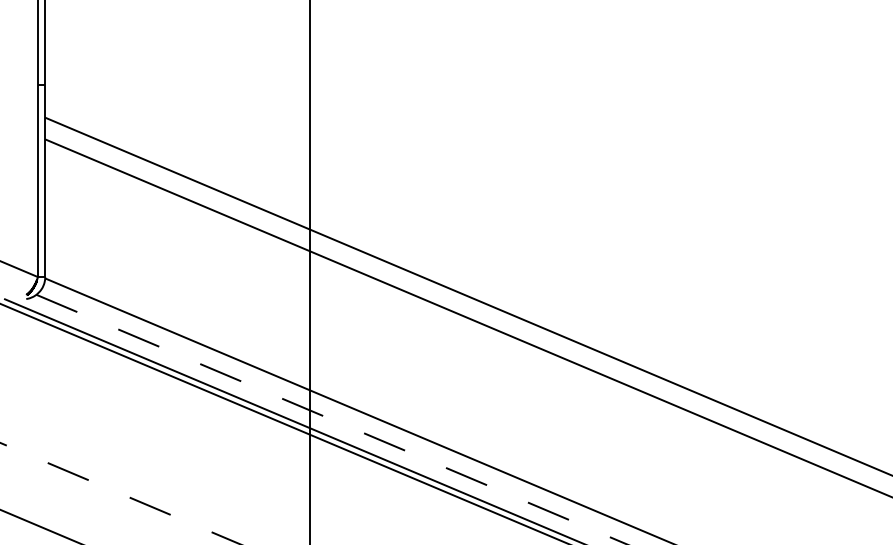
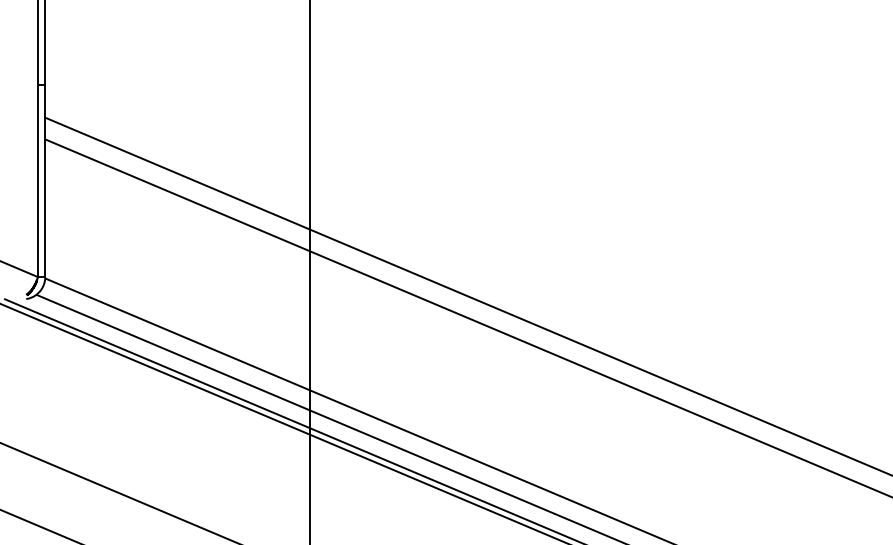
line at (331, 419): dashed -> solid
line at (120, 493): dashed -> solid
